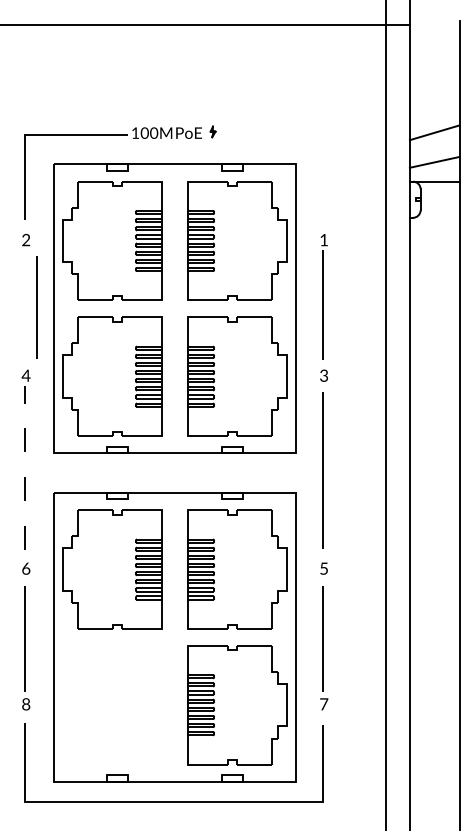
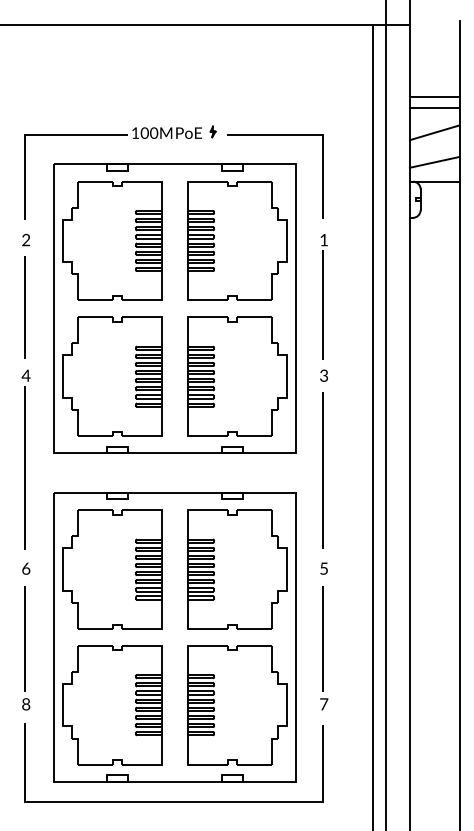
line at (434, 96): none -> present
line at (434, 107): none -> present
line at (275, 135): none -> present
line at (36, 307) position: (36, 307) -> (24, 307)
line at (372, 426): none -> present
line at (25, 467): dashed -> solid
part at (112, 705): none -> present
